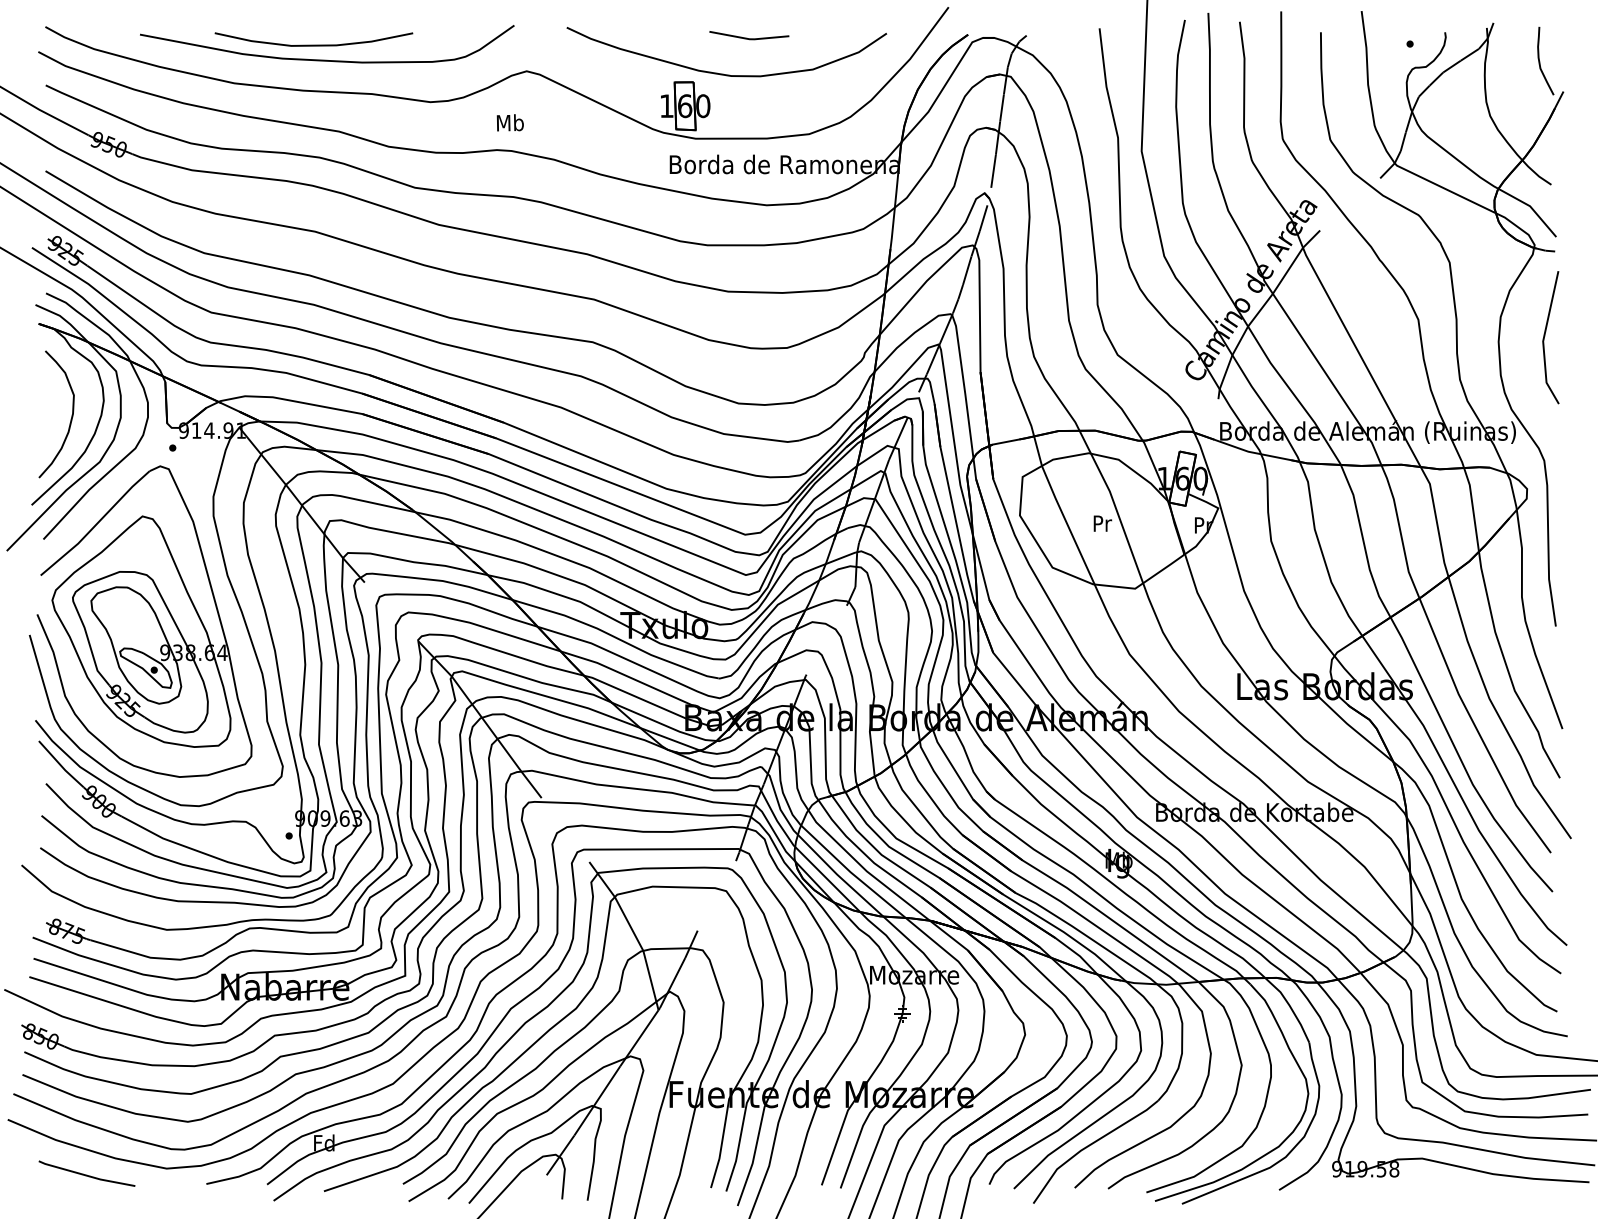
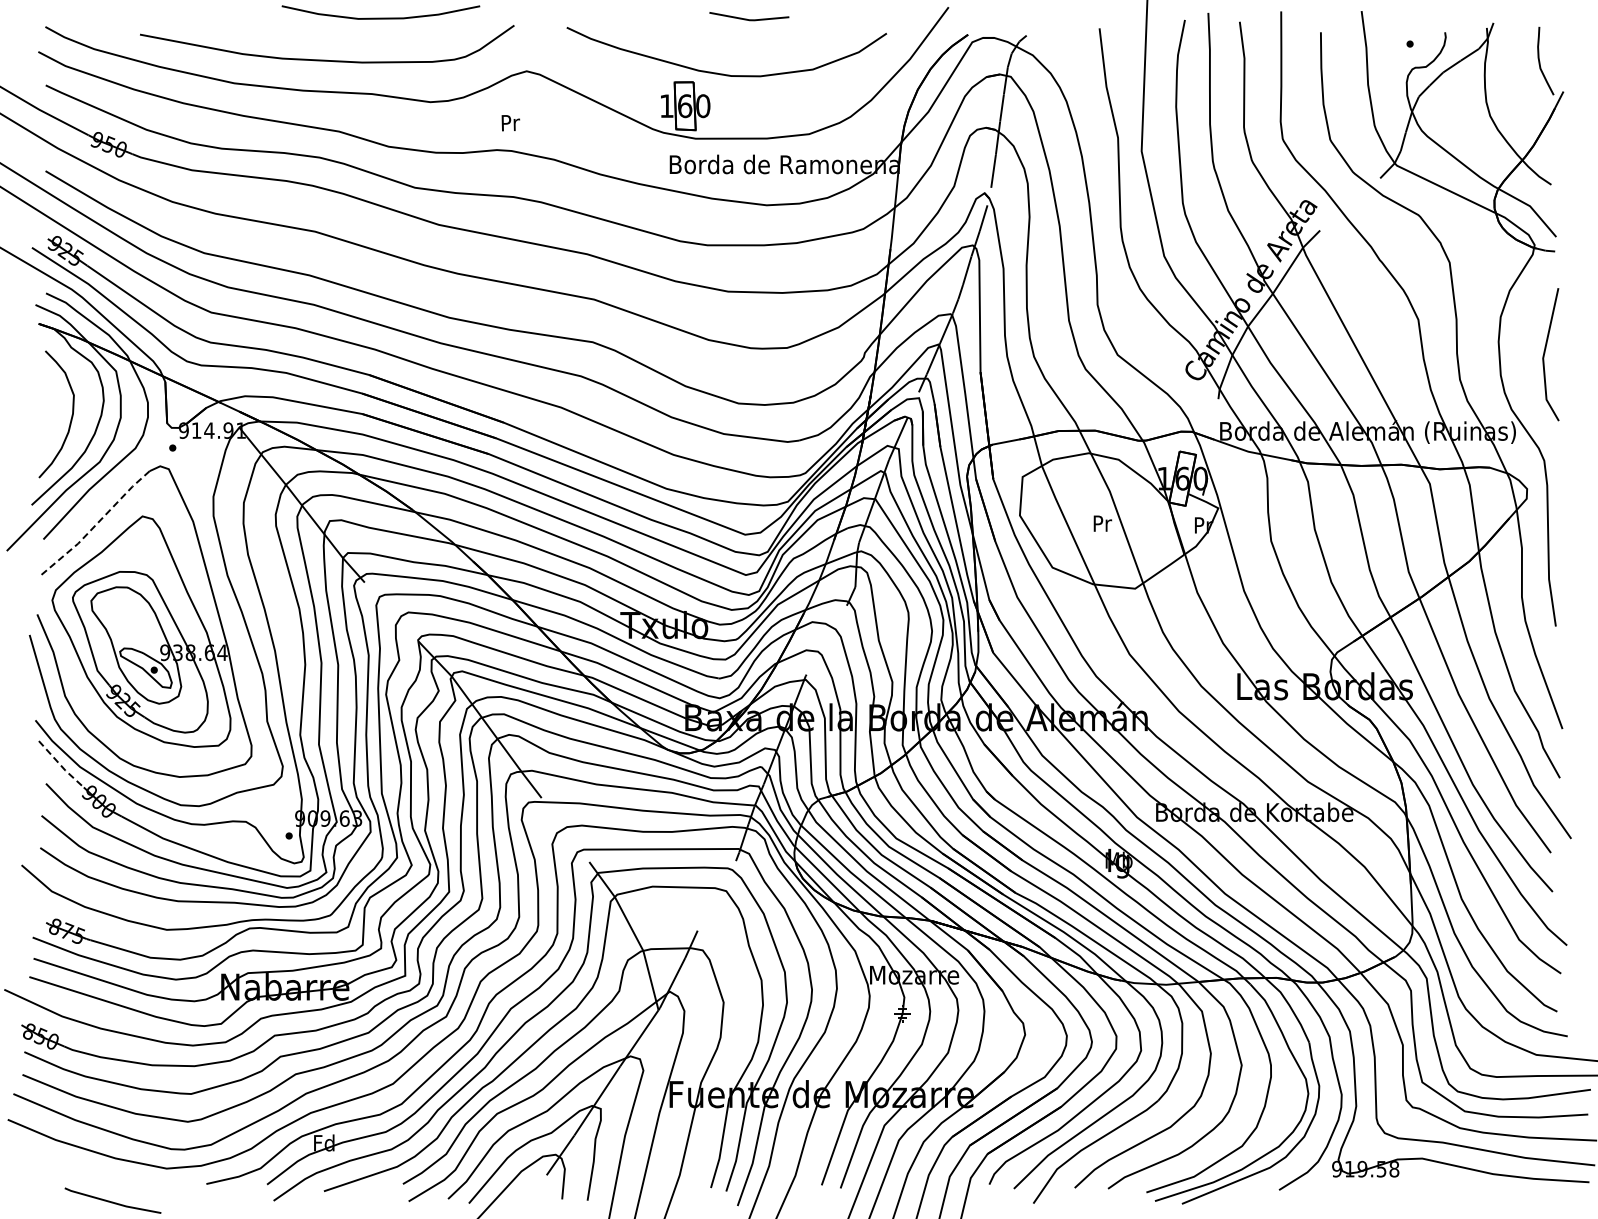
line at (747, 37) position: (747, 37) -> (747, 18)
curve at (313, 44) position: (313, 44) -> (380, 17)
text at (509, 122): Mb -> Pr
line at (1545, 336) position: (1545, 336) -> (1545, 353)
line at (96, 524): solid -> dashed
line at (61, 766): solid -> dashed
line at (86, 1174) position: (86, 1174) -> (112, 1201)
